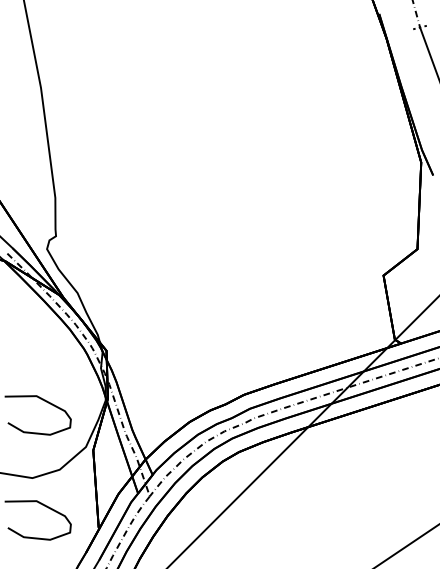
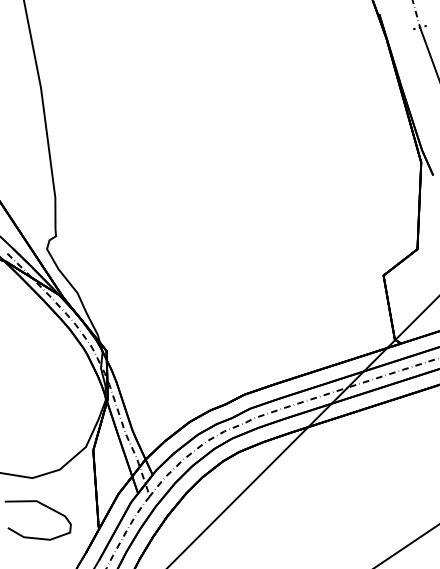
curve at (44, 401): present -> none
